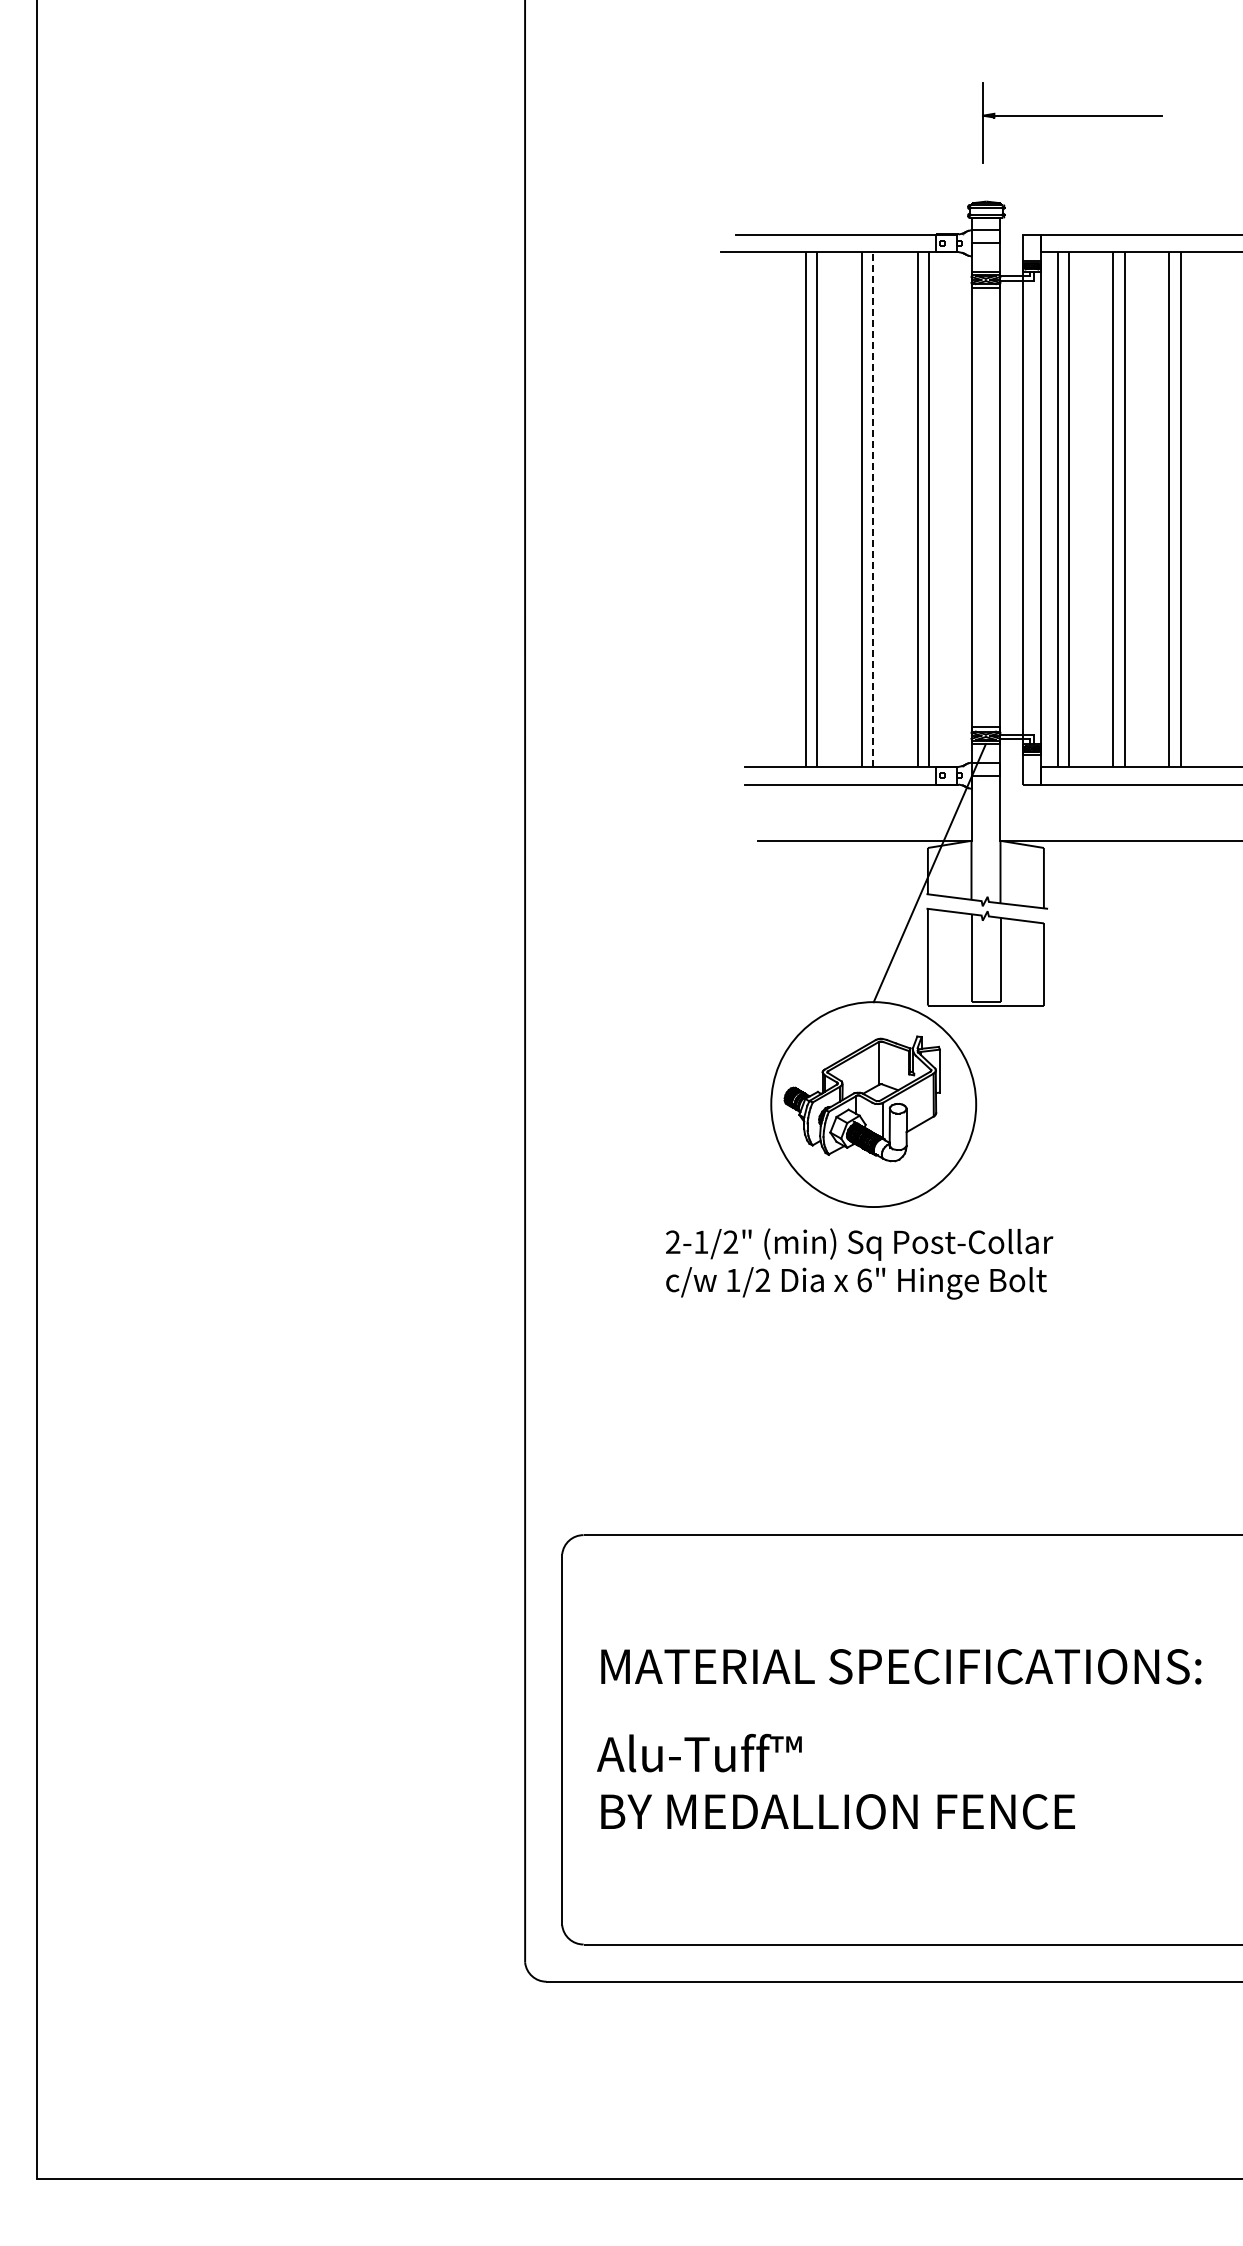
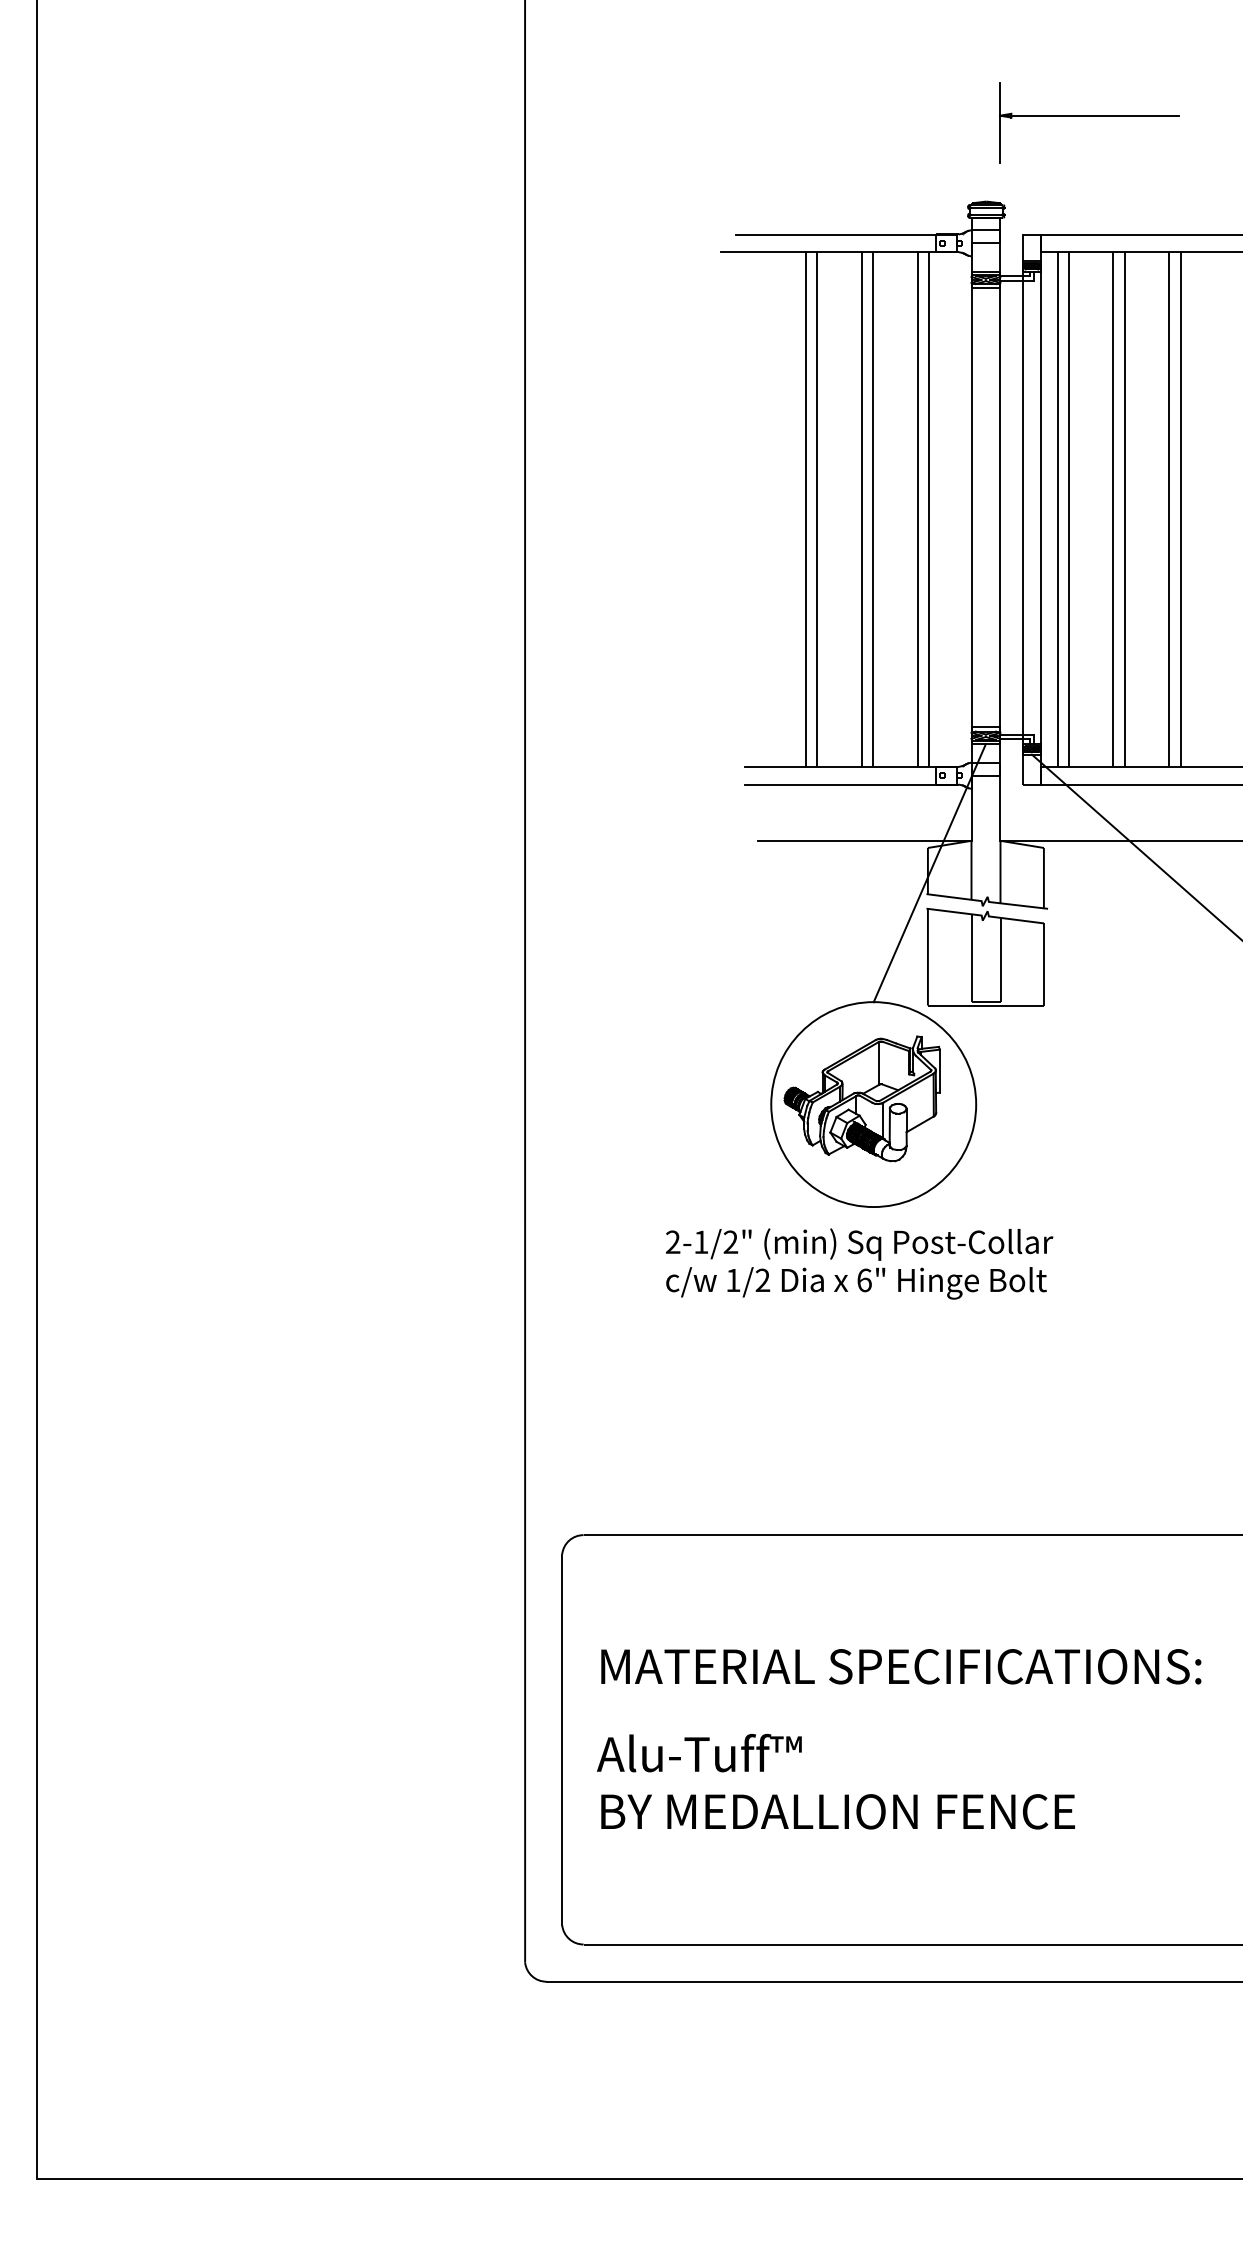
part at (1072, 122) position: (1072, 122) -> (1089, 122)
line at (873, 509): dashed -> solid
line at (1135, 846): none -> present
